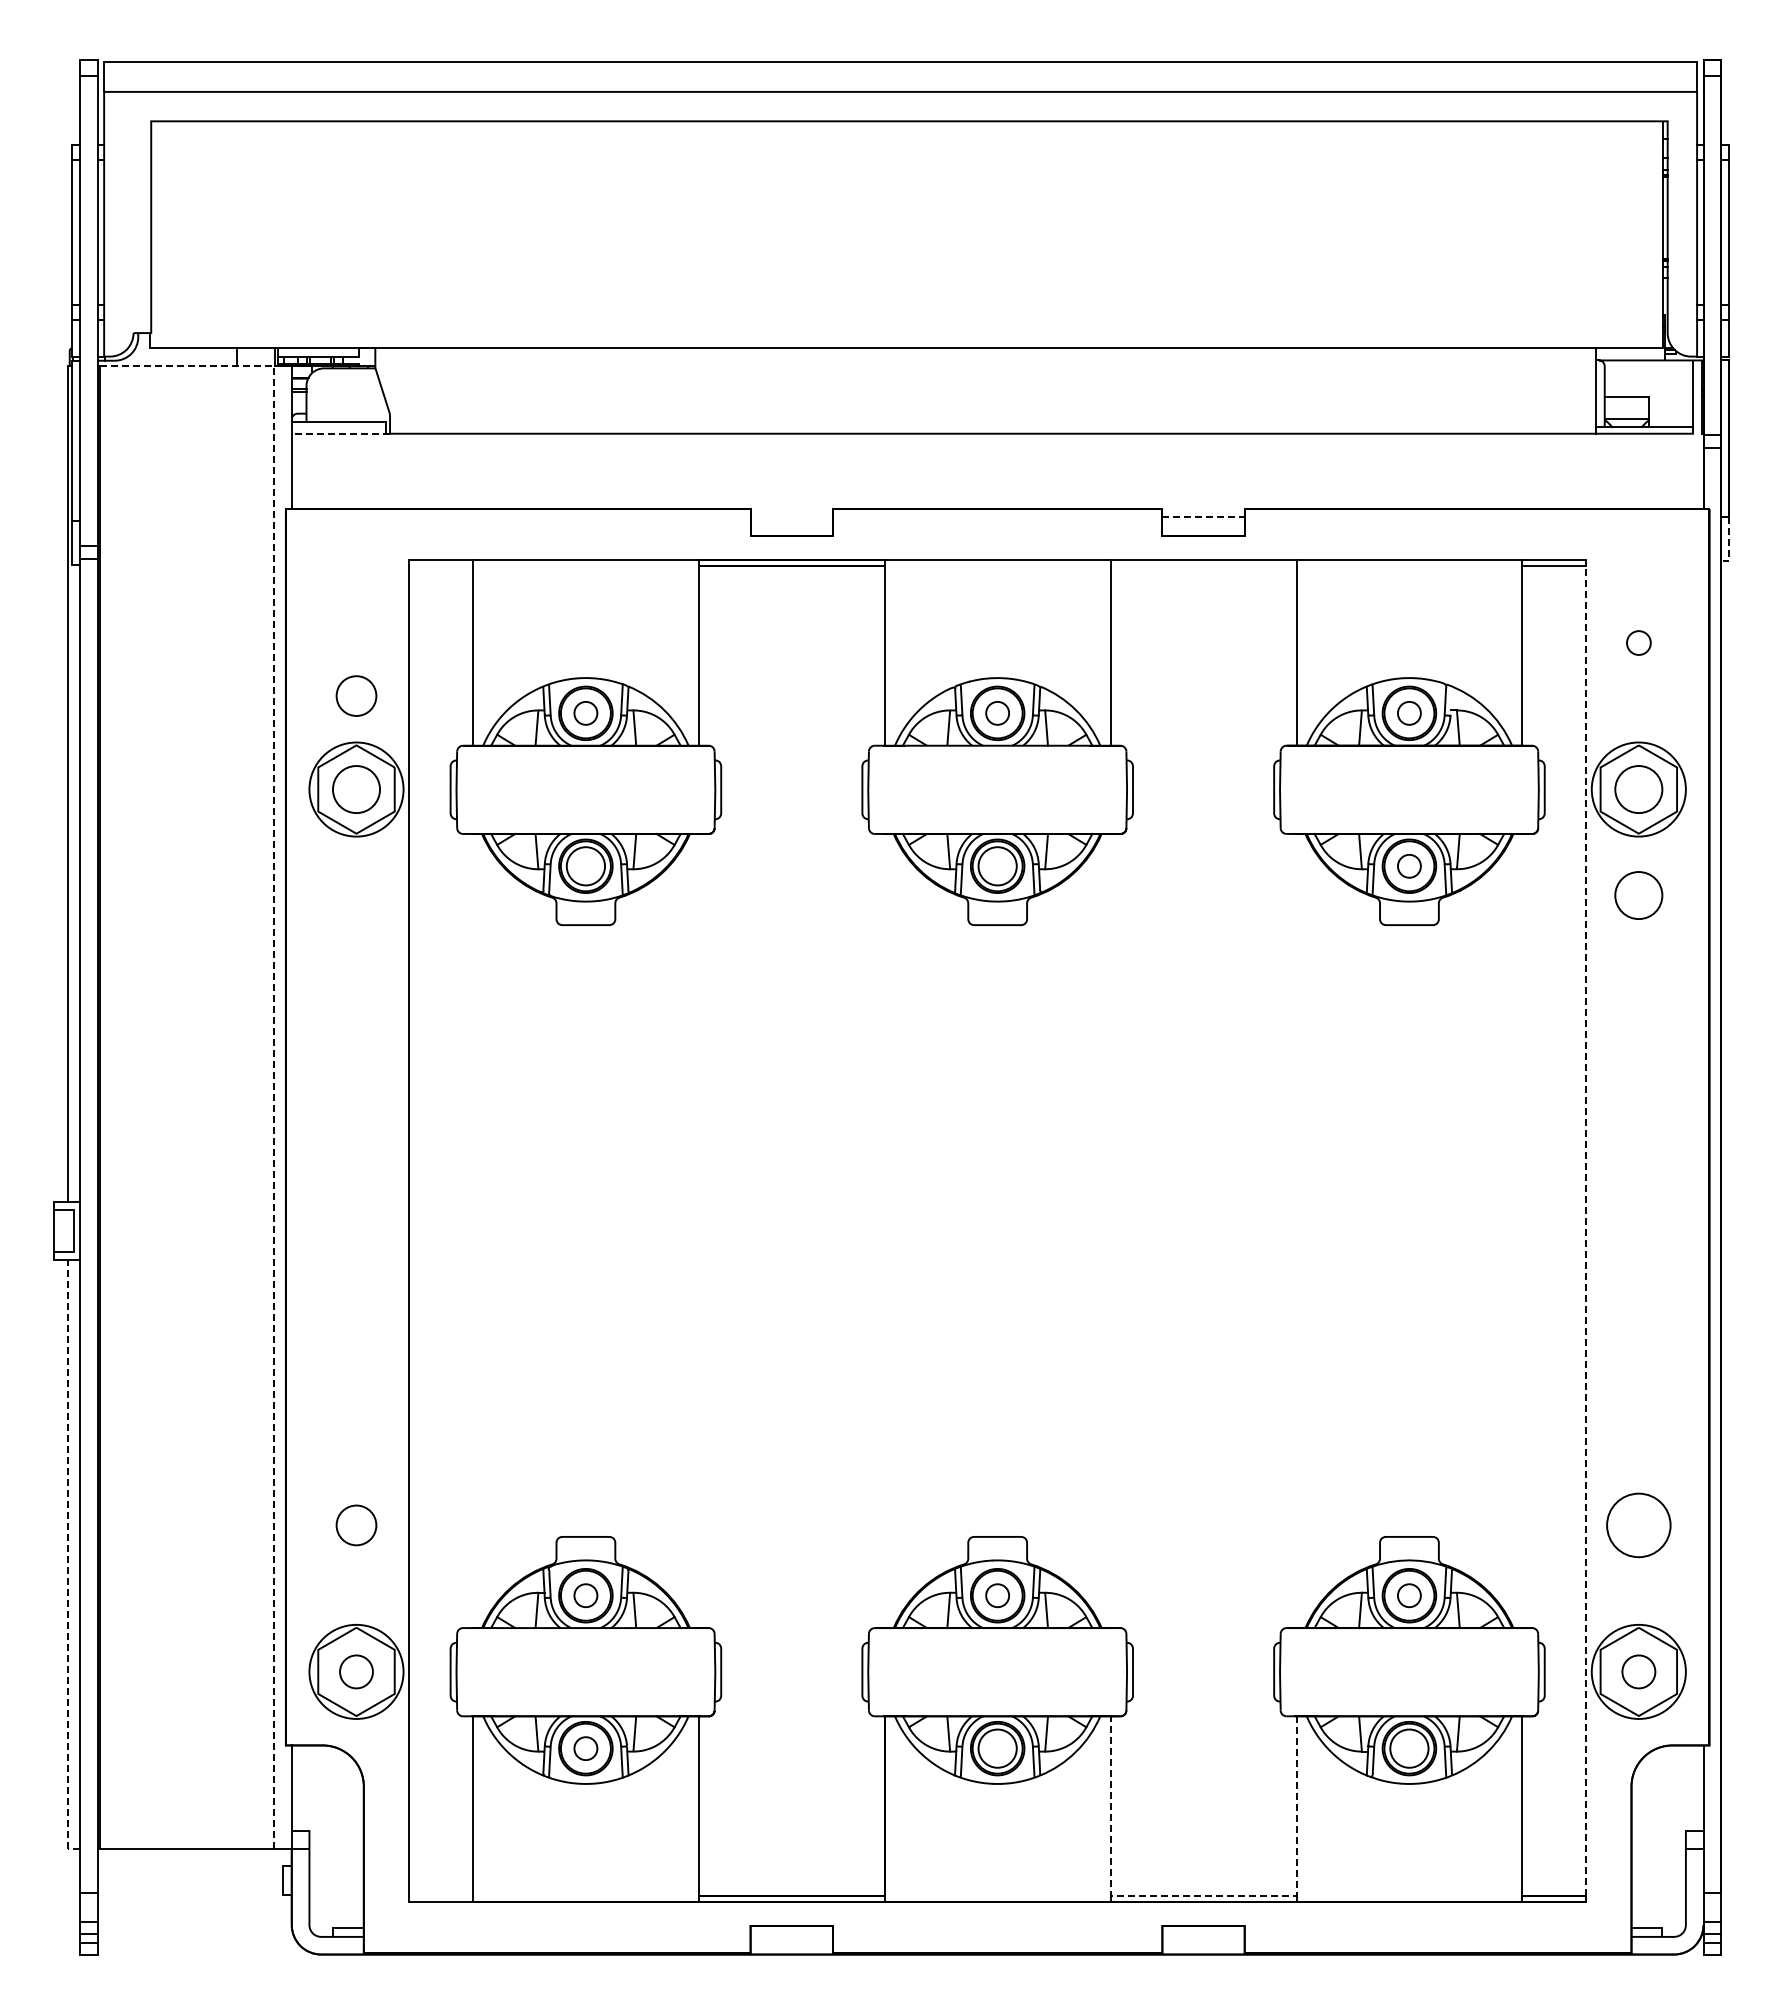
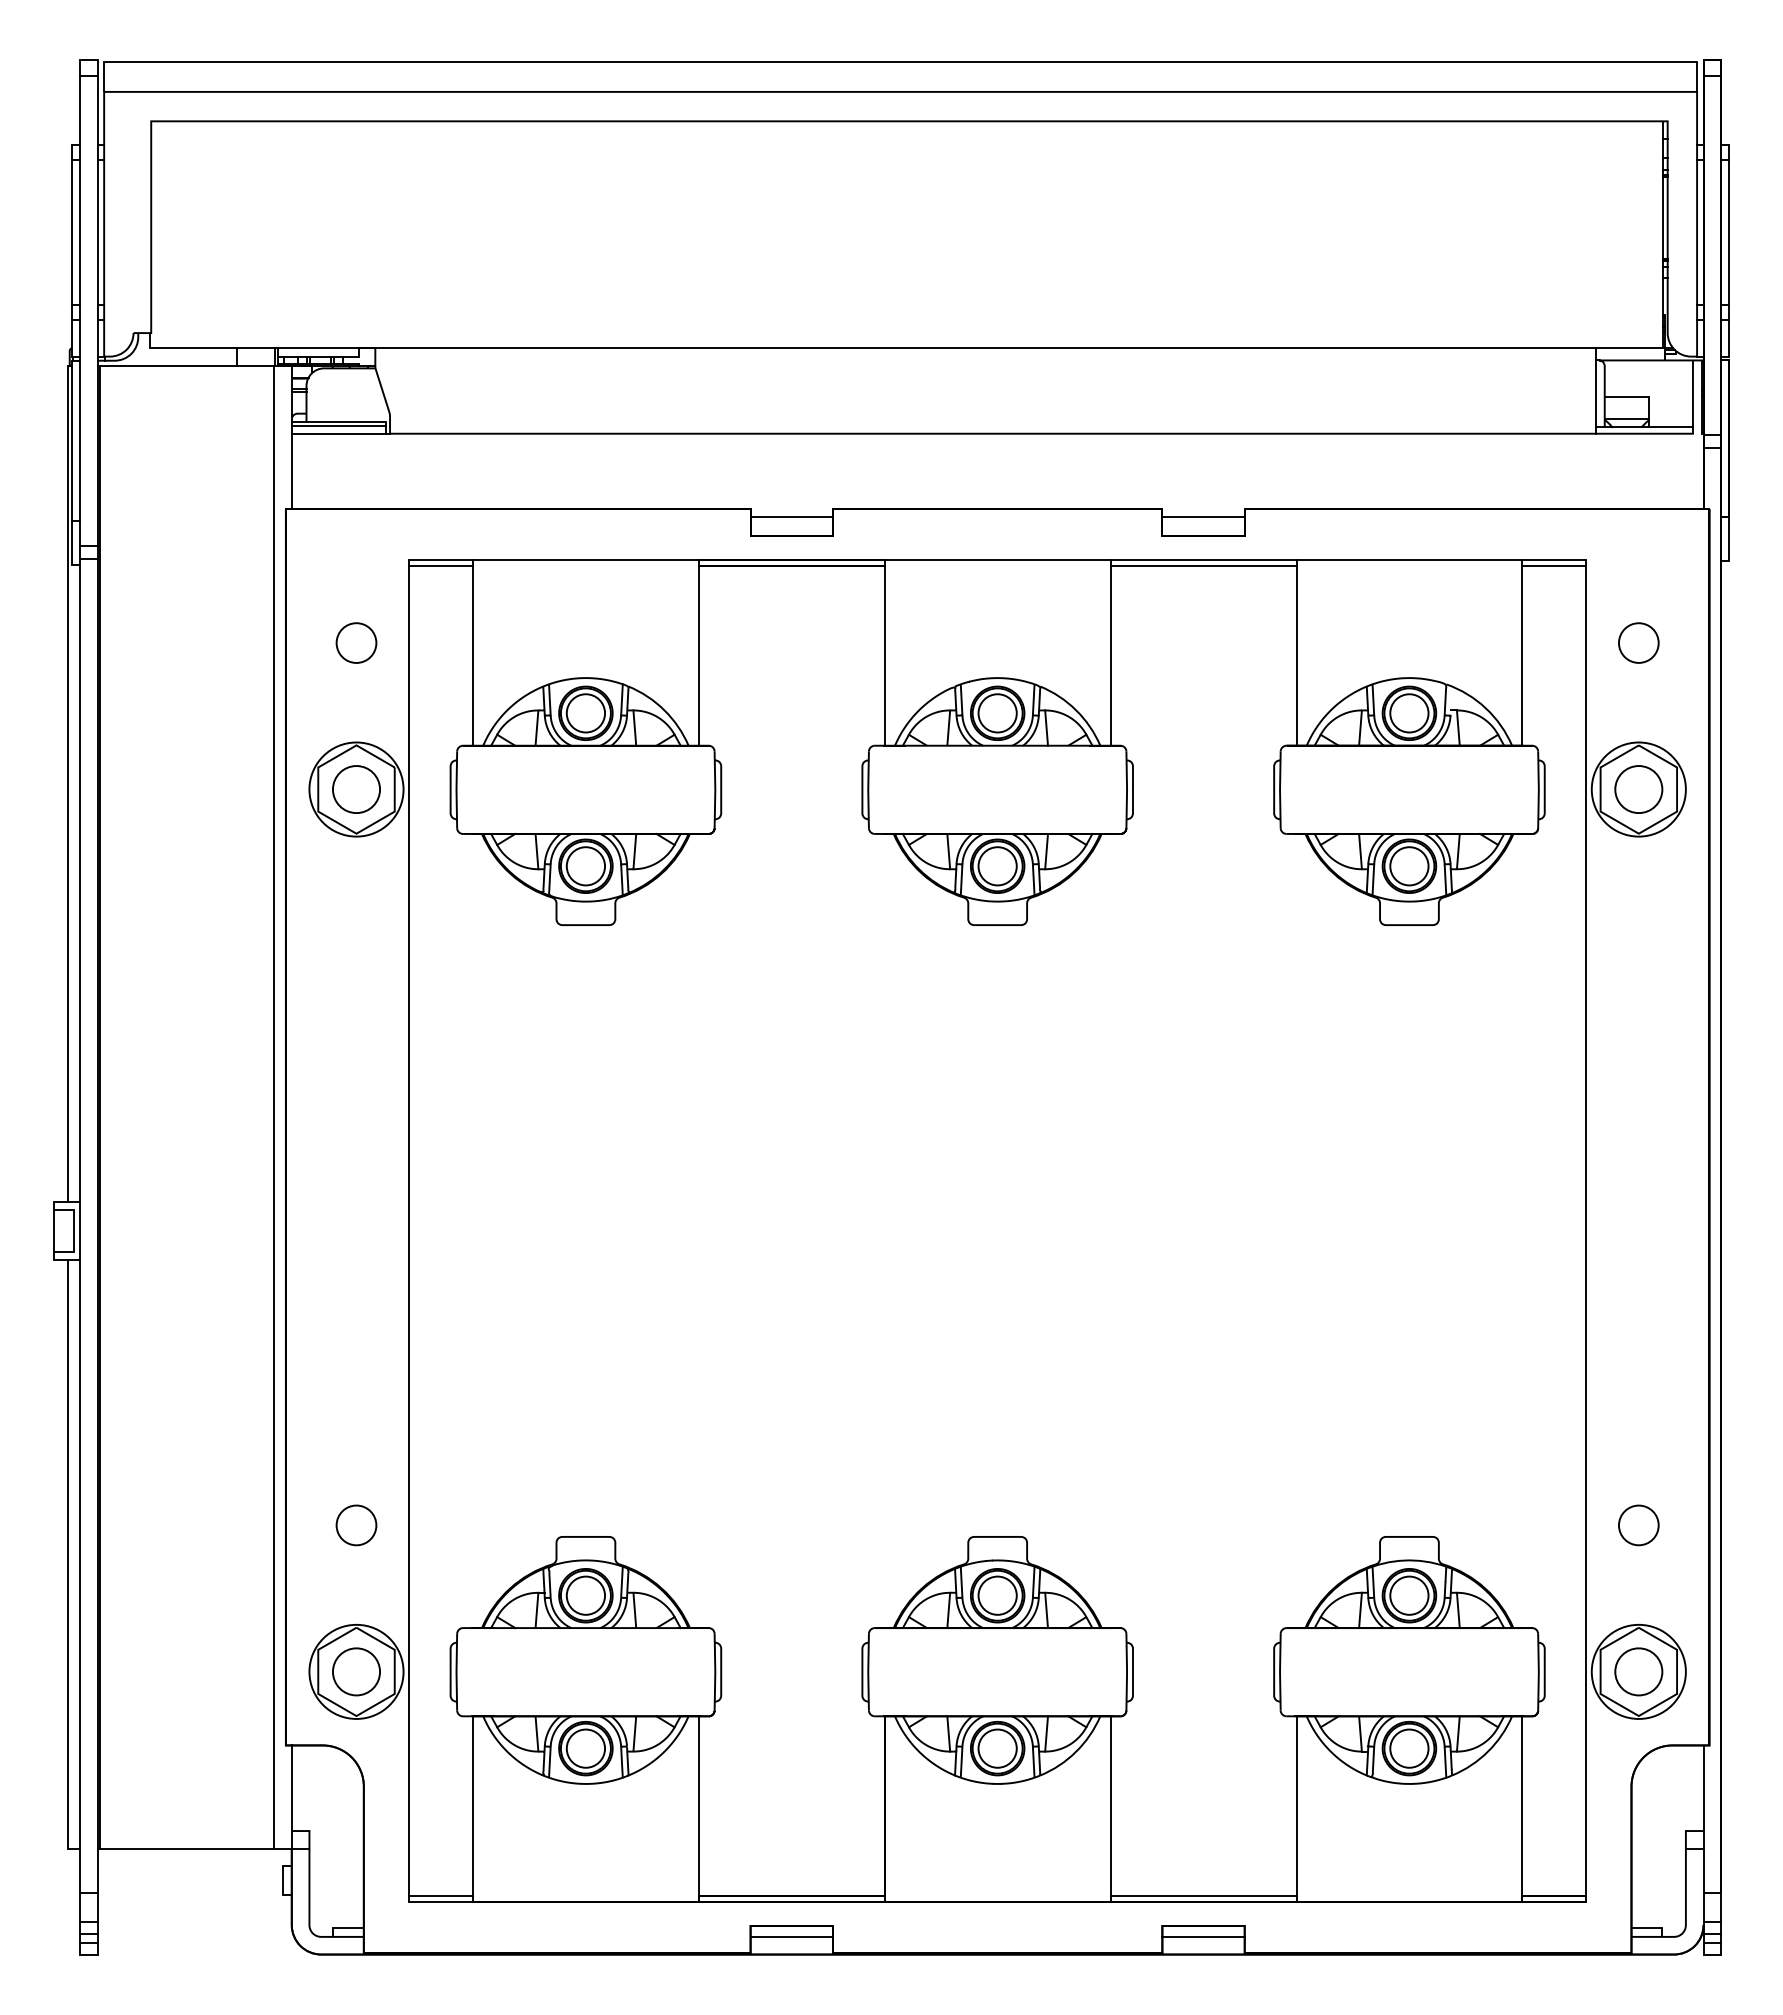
line at (338, 425): none -> present
line at (341, 433): dashed -> solid
line at (791, 516): none -> present
line at (1204, 516): dashed -> solid
line at (1729, 544): dashed -> solid
line at (440, 566): none -> present
line at (1203, 566): none -> present
circle at (1638, 642) size: 26x26 px -> 42x42 px
circle at (356, 695) position: (356, 695) -> (356, 642)
circle at (585, 712) diameter: 23 px -> 38 px
circle at (997, 712) diameter: 23 px -> 38 px
circle at (1408, 712) diameter: 23 px -> 38 px
circle at (1408, 865) diameter: 23 px -> 38 px
circle at (1638, 895): present -> none
line at (274, 1020): dashed -> solid
line at (1585, 1231): dashed -> solid
circle at (1638, 1525) diameter: 64 px -> 40 px
line at (68, 1561): dashed -> solid
circle at (585, 1595) diameter: 23 px -> 38 px
circle at (997, 1595) diameter: 23 px -> 38 px
circle at (1408, 1595) diameter: 23 px -> 38 px
circle at (356, 1671) size: 35x36 px -> 49x50 px
circle at (1638, 1671) size: 36x36 px -> 50x50 px
circle at (585, 1748) diameter: 23 px -> 38 px
line at (440, 1895): none -> present
line at (1203, 1895): dashed -> solid
line at (791, 1936): none -> present
line at (1203, 1936): none -> present
